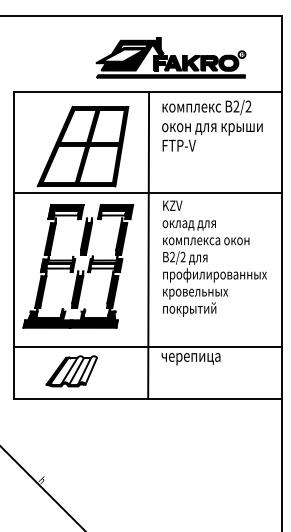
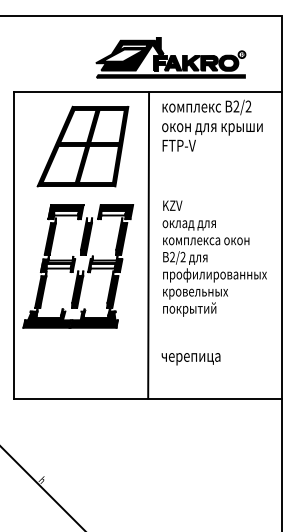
line at (148, 192): present -> none
line at (148, 347): present -> none
part at (71, 371): present -> none
